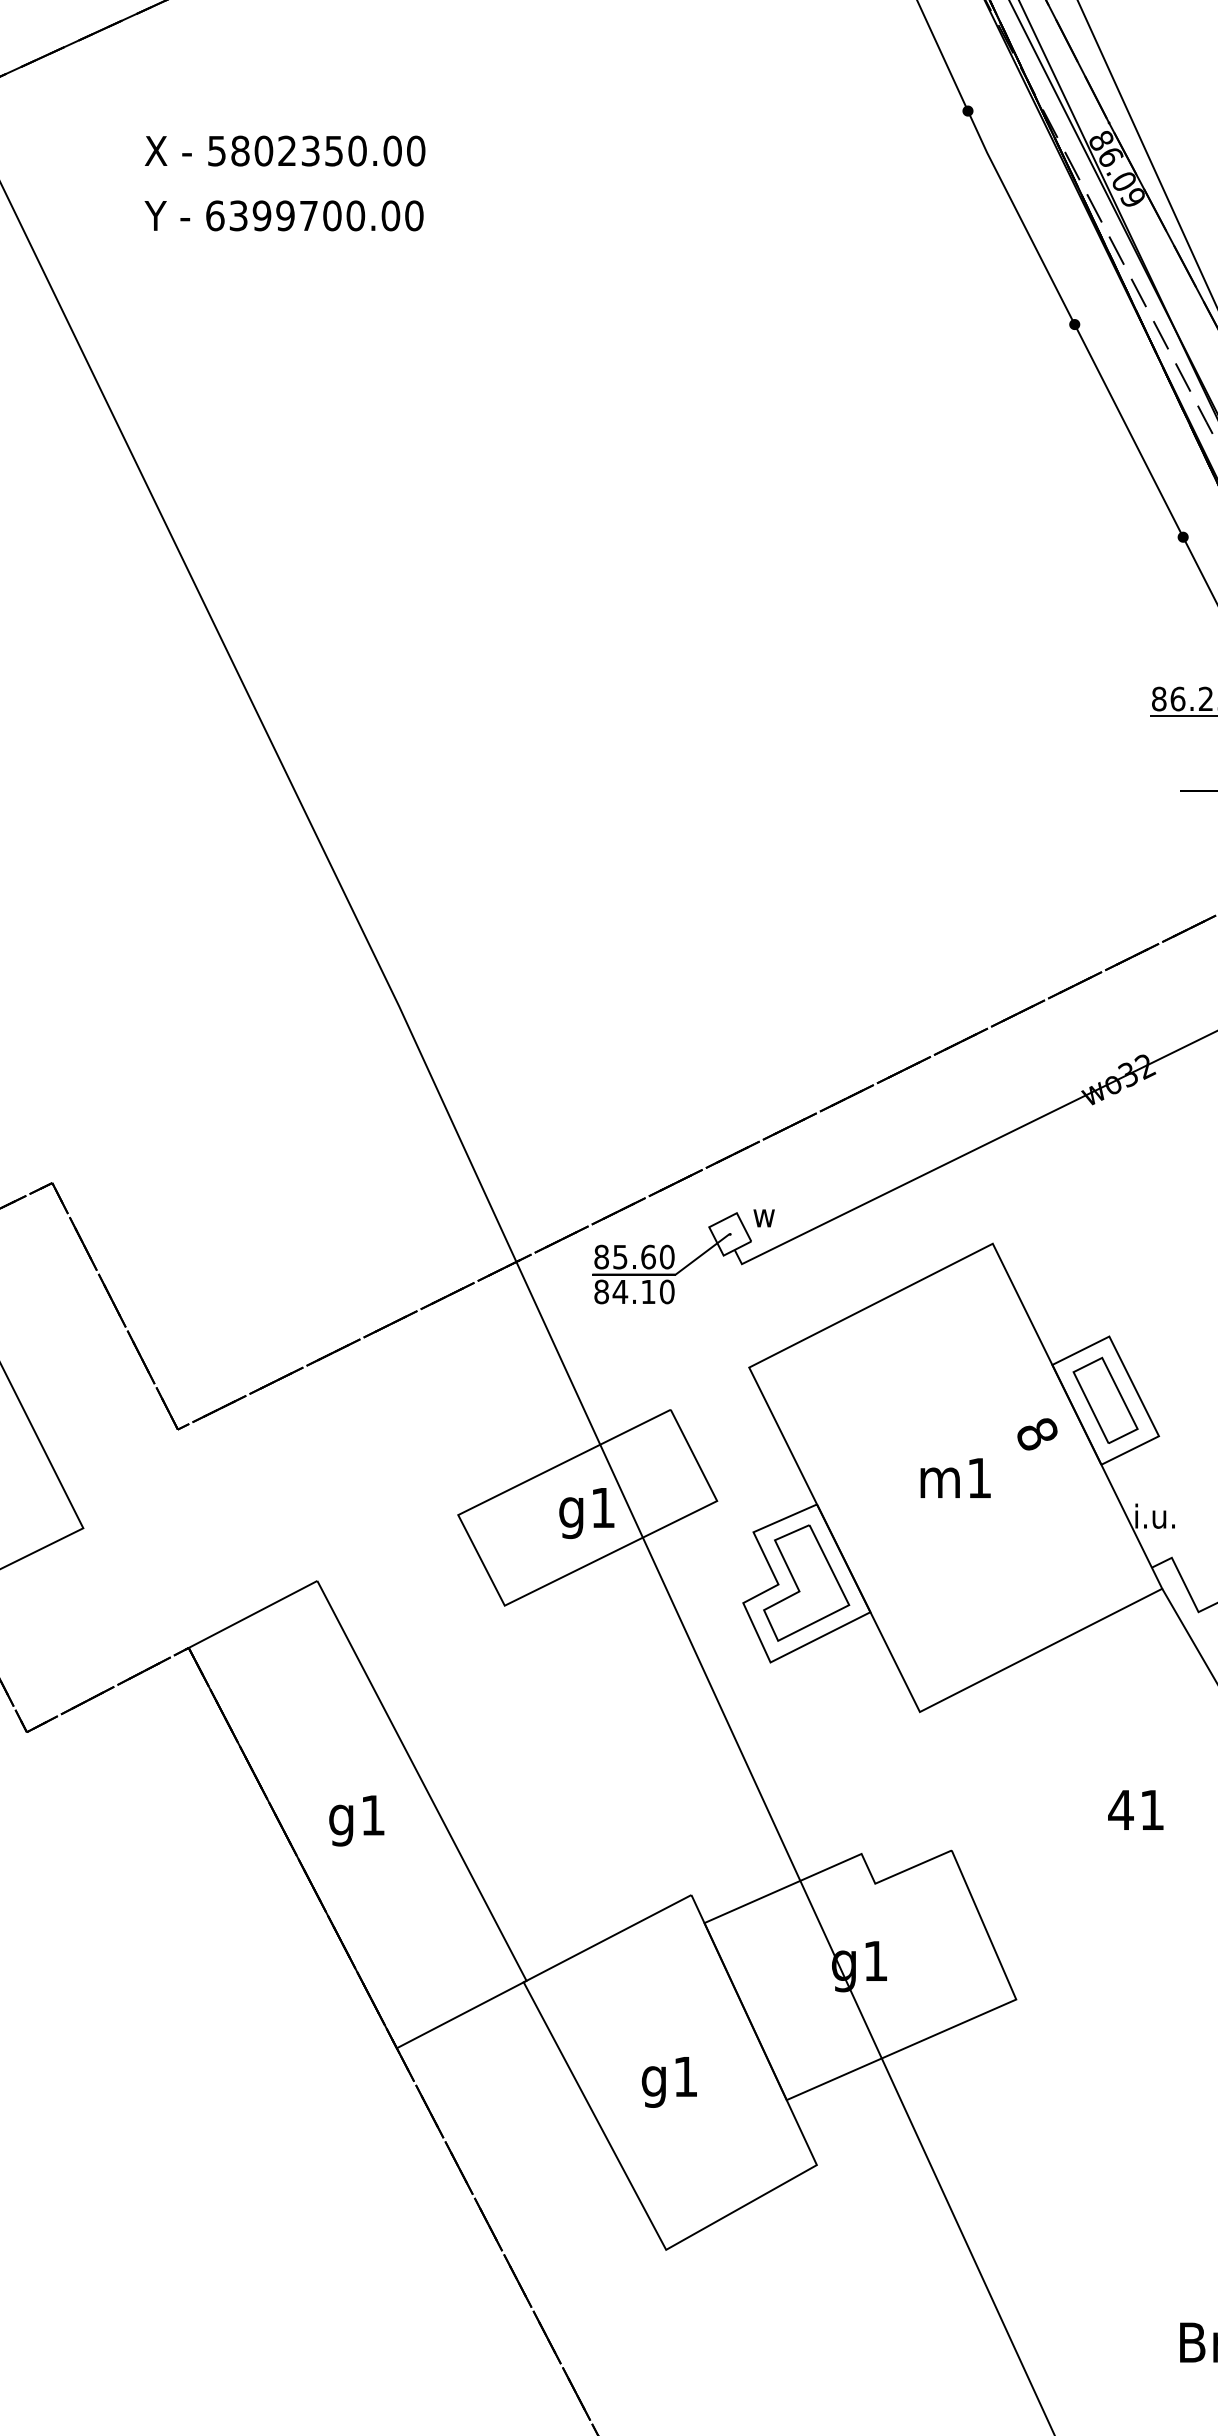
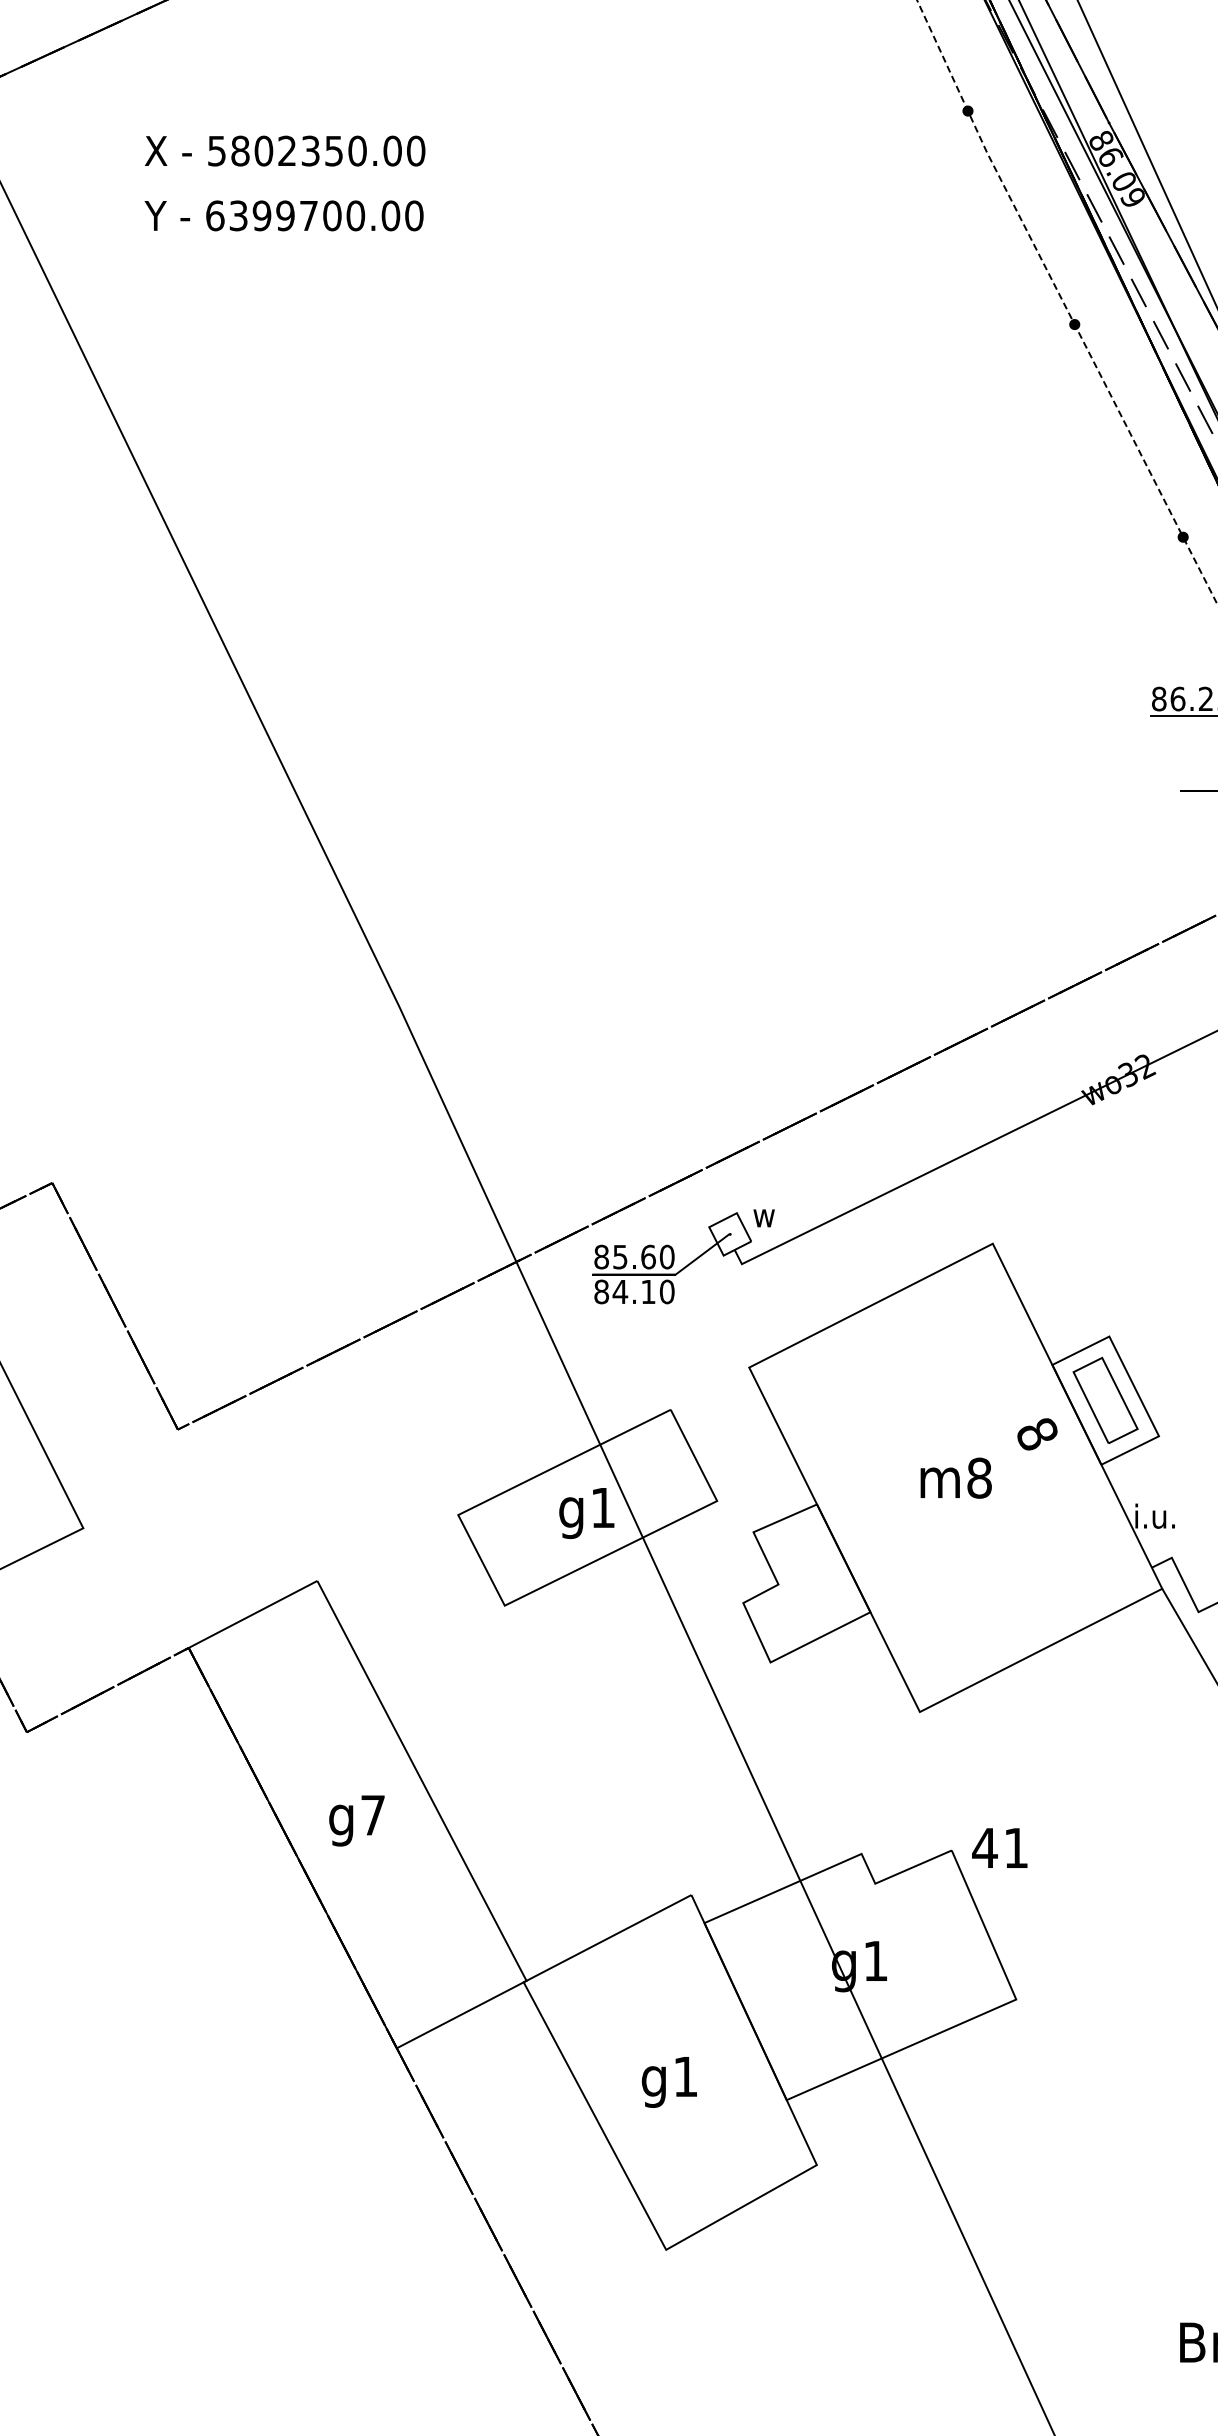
line at (1064, 304): solid -> dashed
text at (979, 1477): m1 -> m8
part at (806, 1582): present -> none
text at (1135, 1809) position: (1135, 1809) -> (999, 1847)
text at (372, 1815): g1 -> g7
